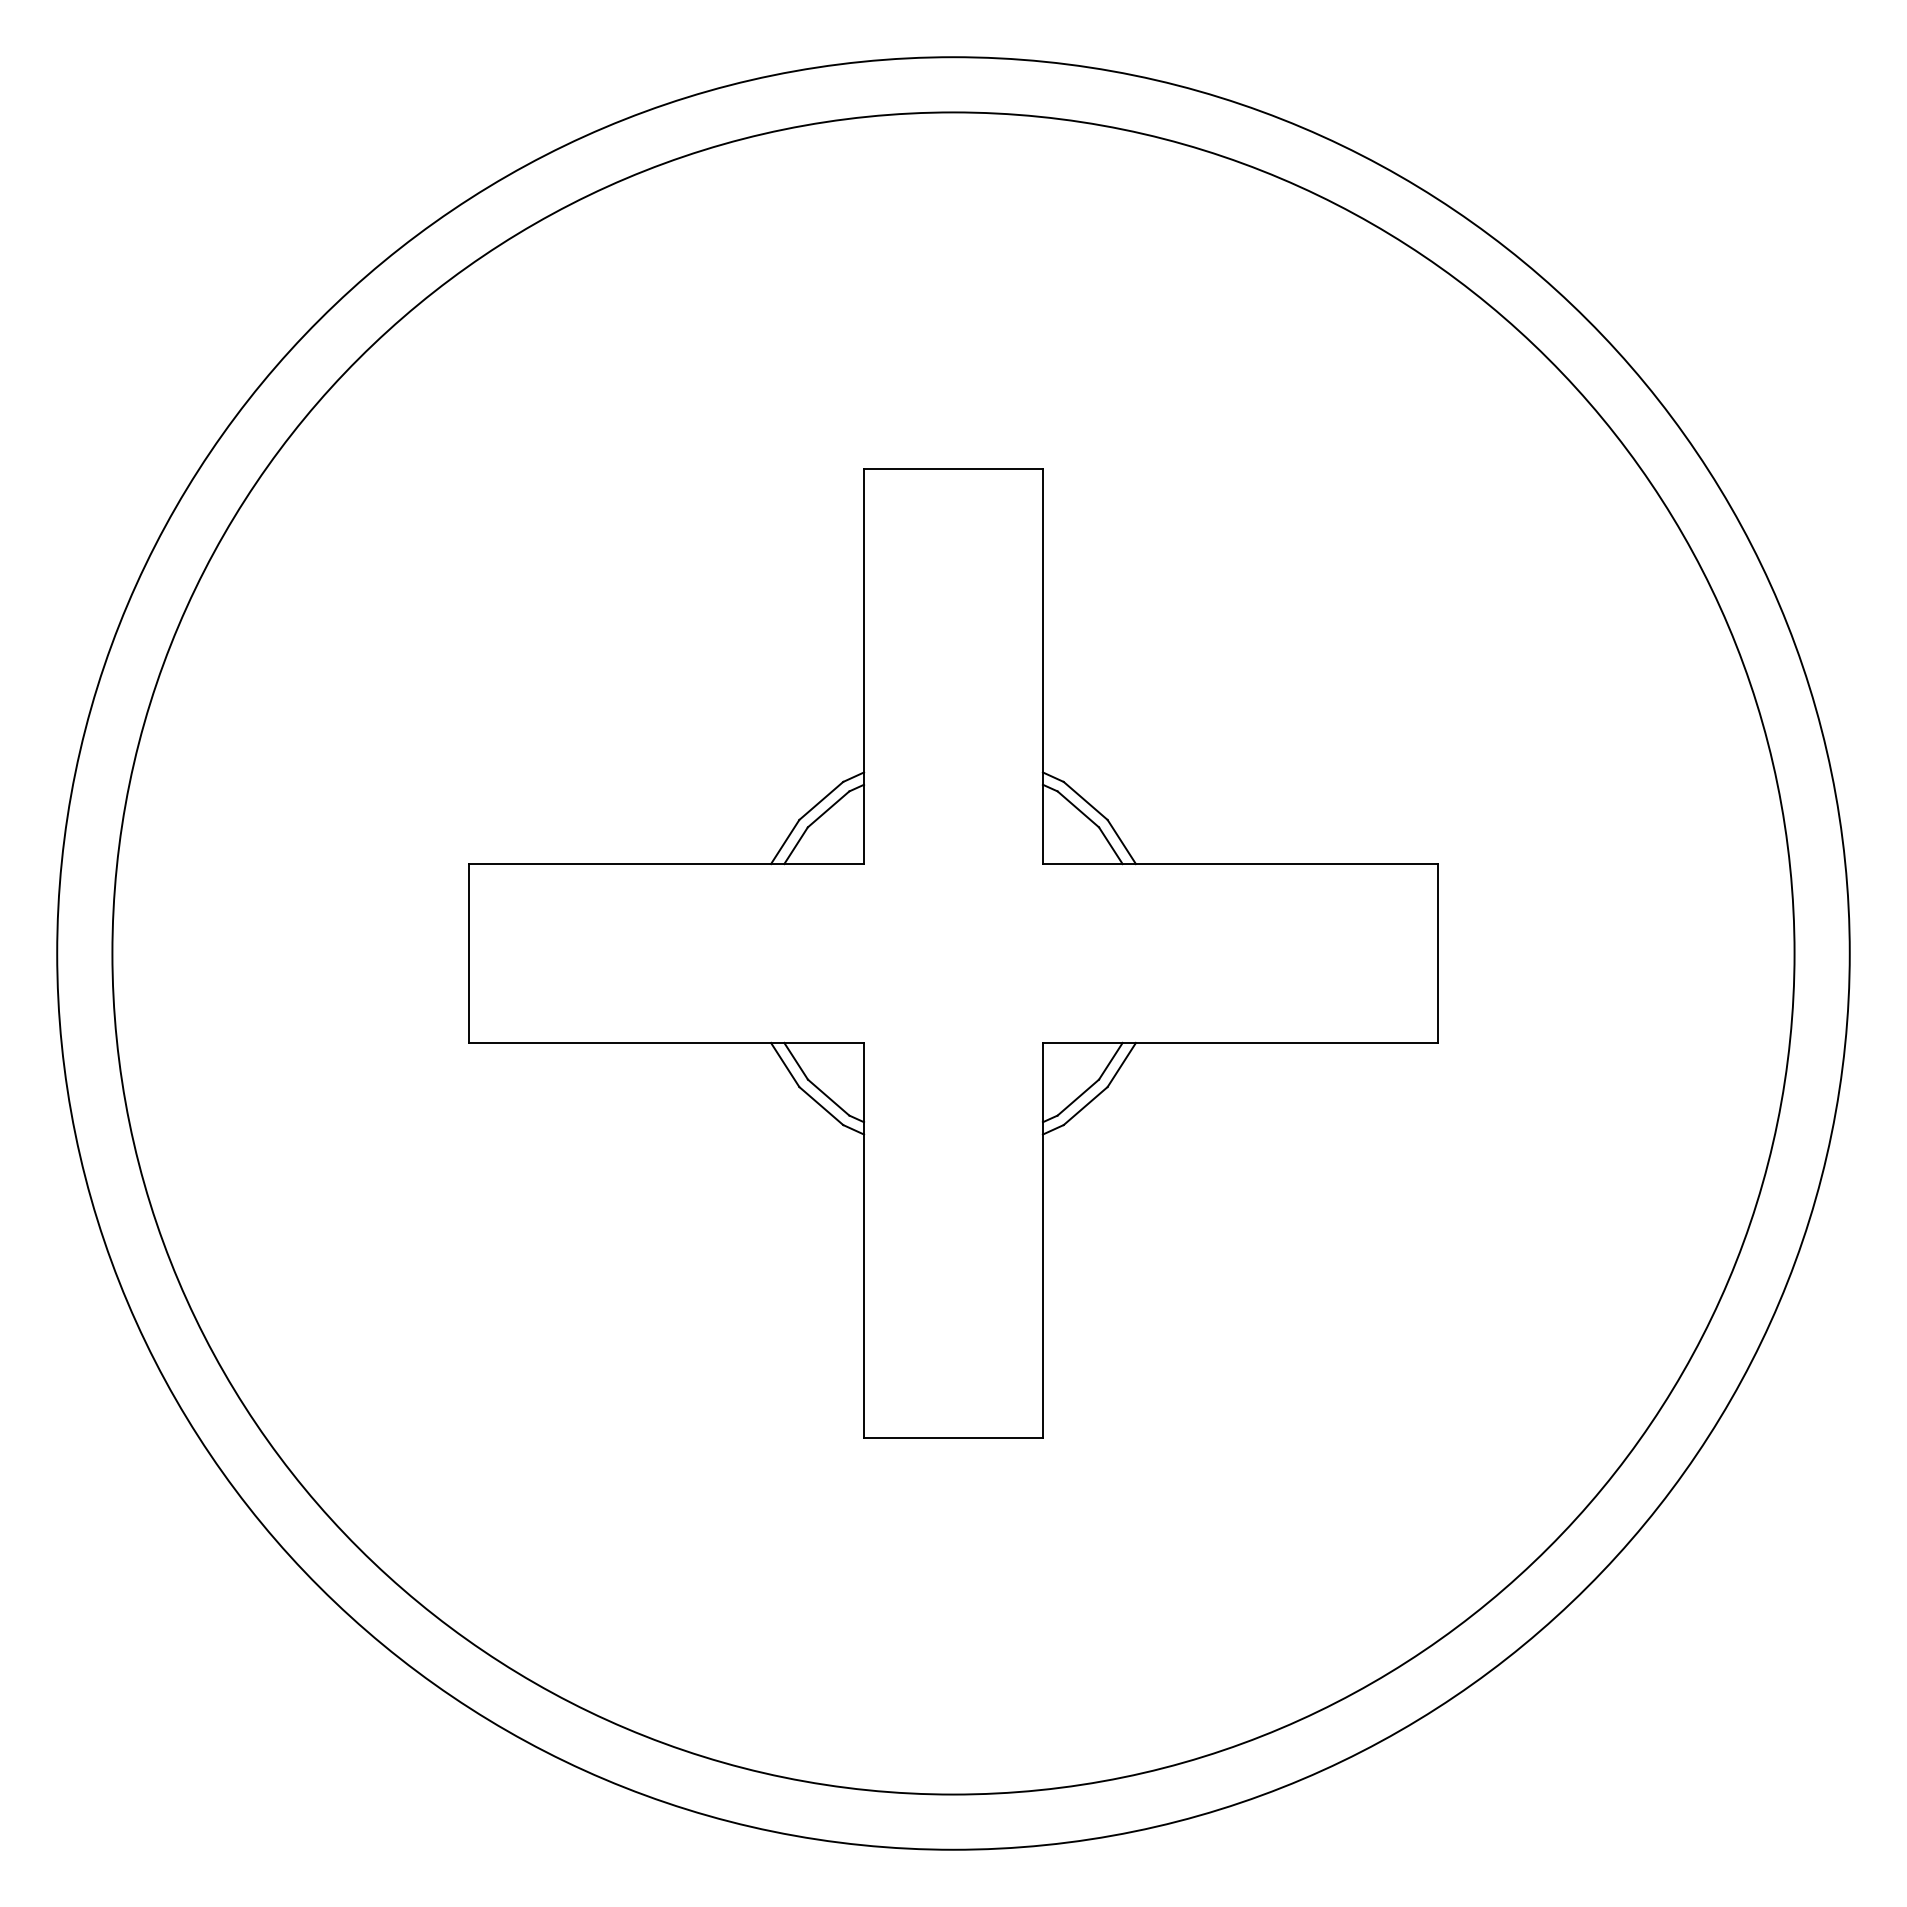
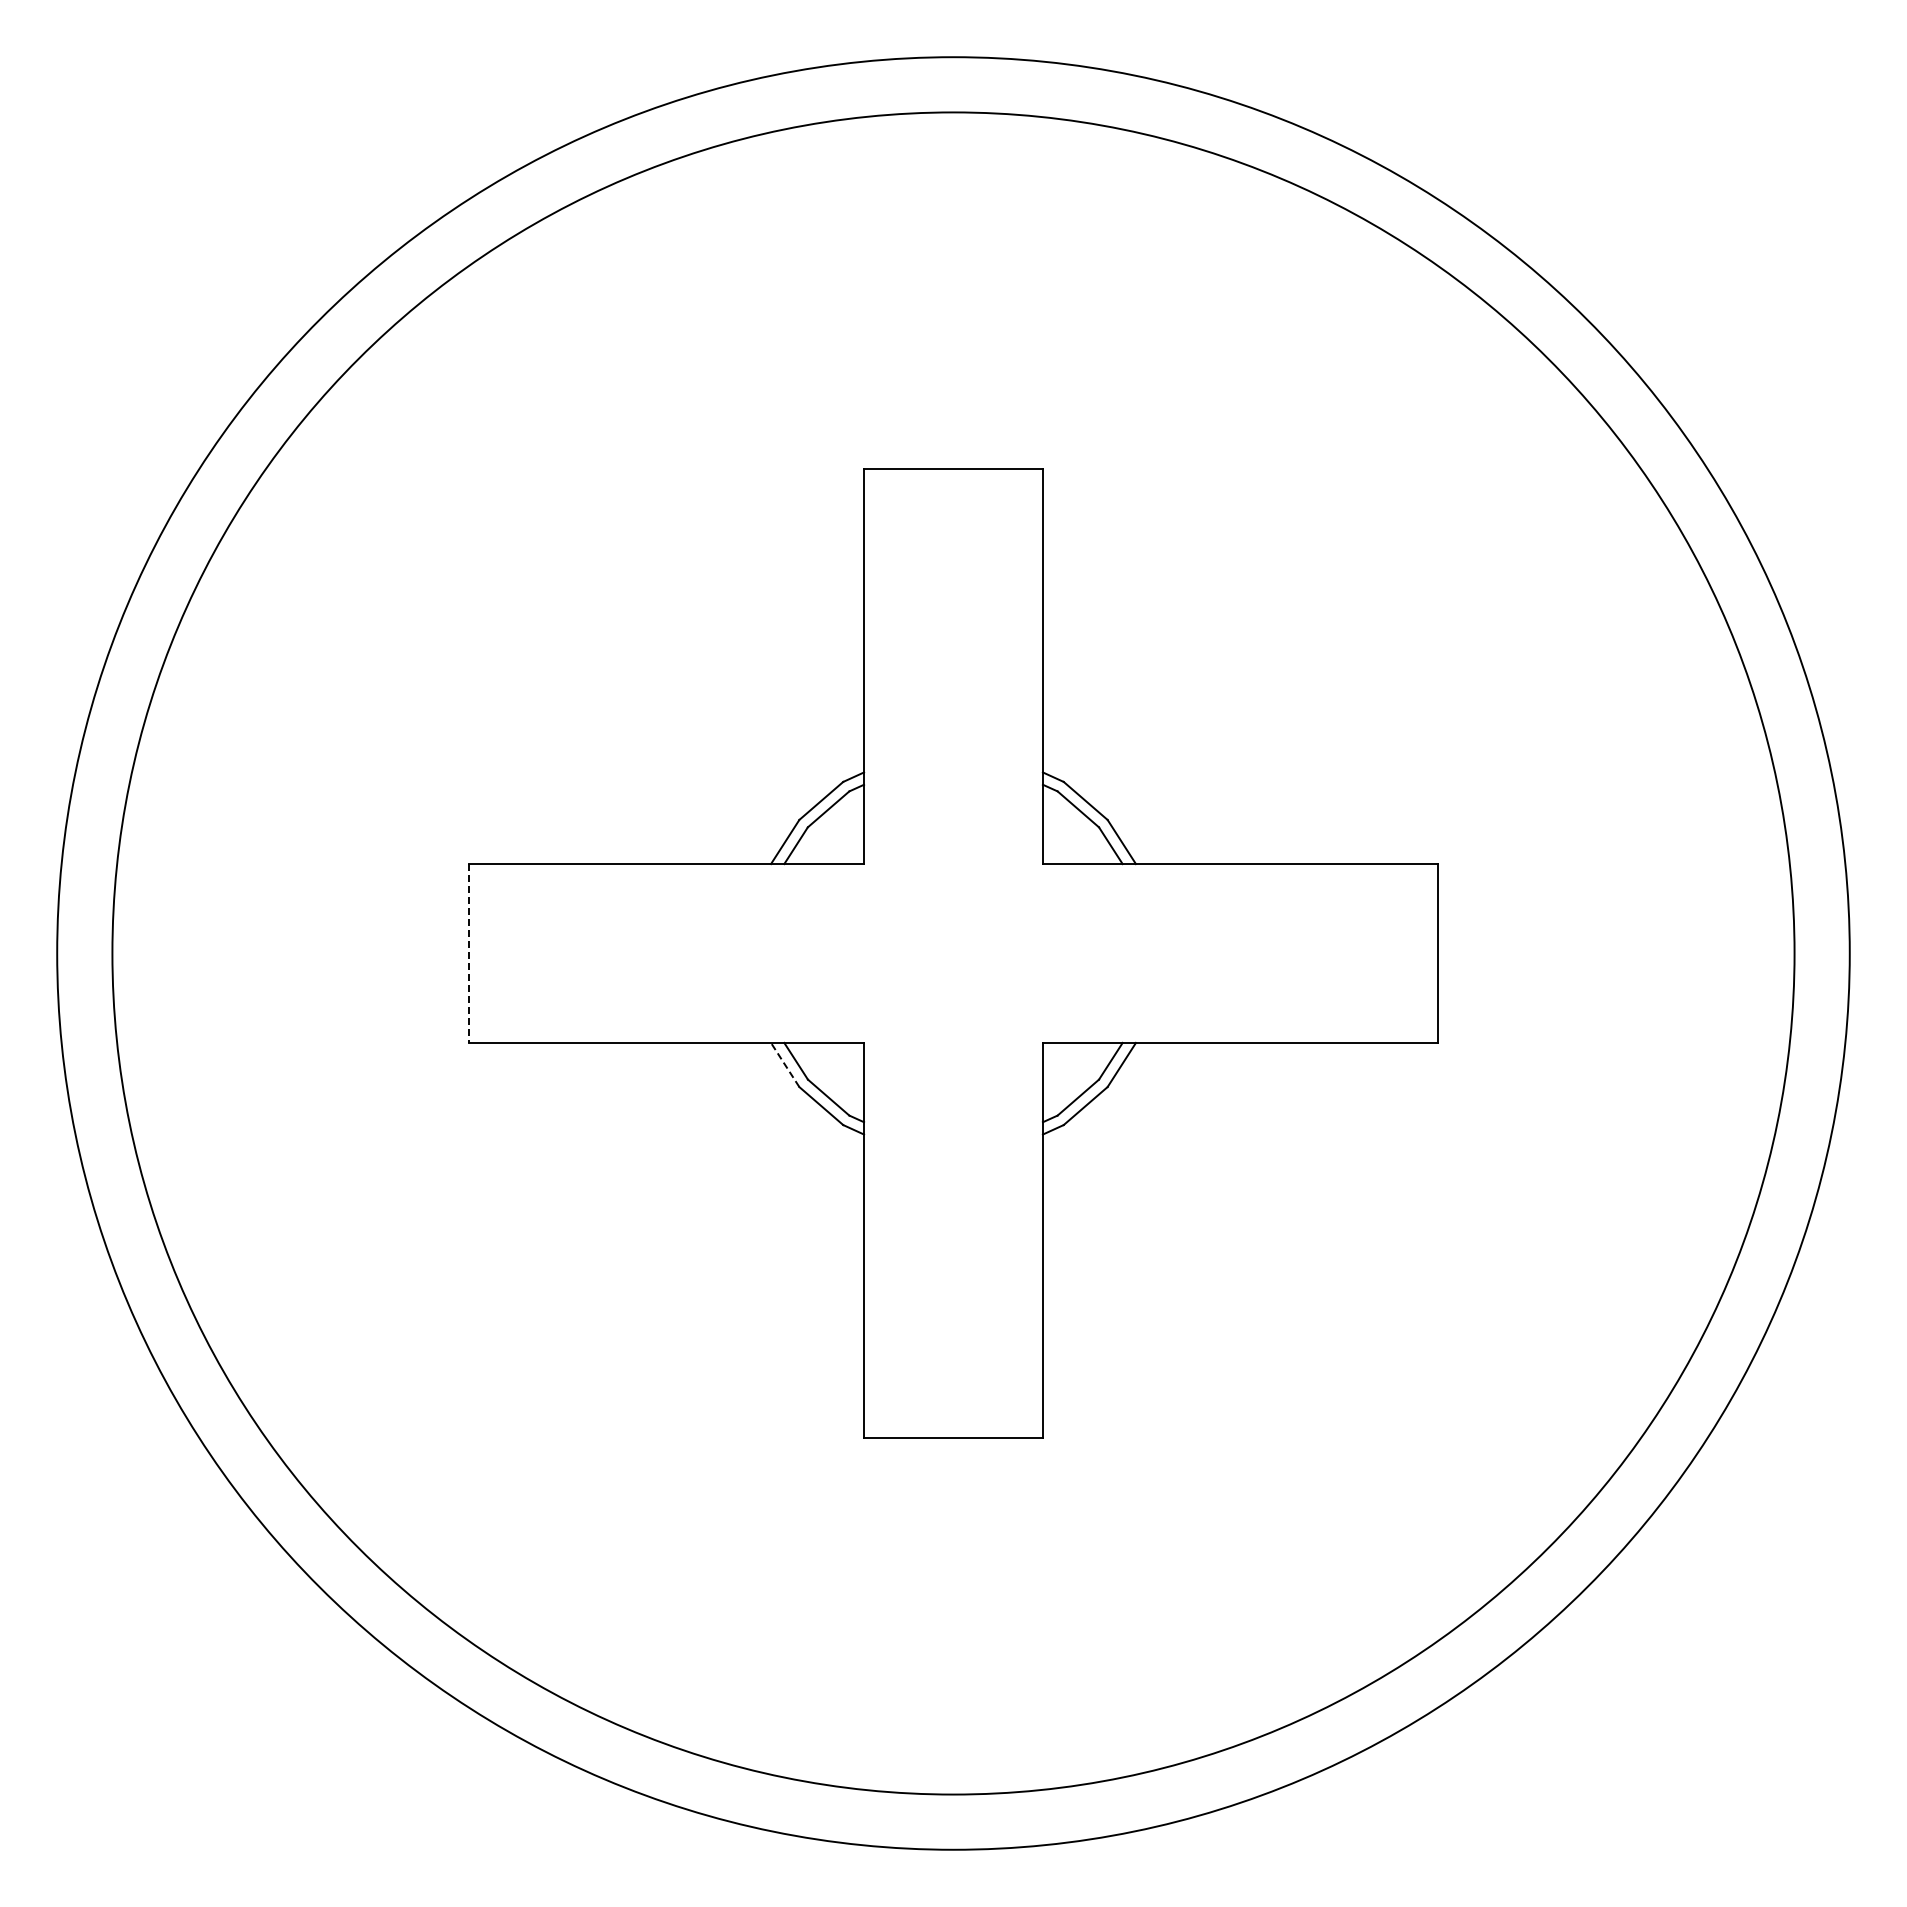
line at (469, 953): solid -> dashed
line at (784, 1064): solid -> dashed
